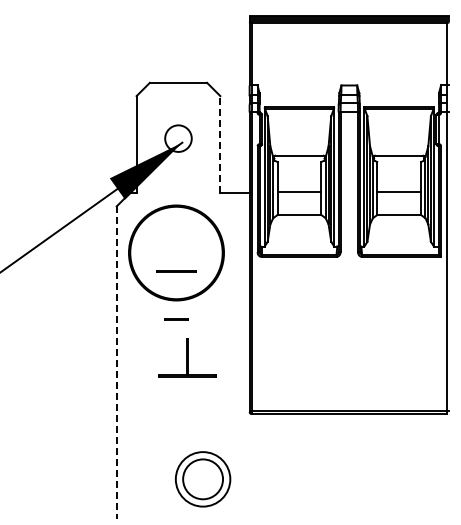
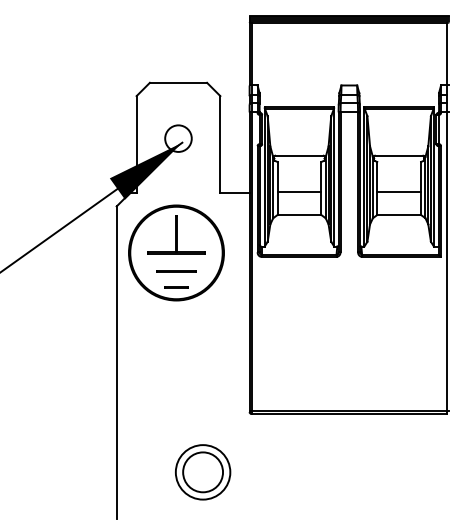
line at (220, 144): dashed -> solid
line at (176, 319) position: (176, 319) -> (176, 287)
part at (187, 357) position: (187, 357) -> (176, 234)
line at (116, 363): dashed -> solid
part at (203, 479) position: (203, 479) -> (203, 472)
